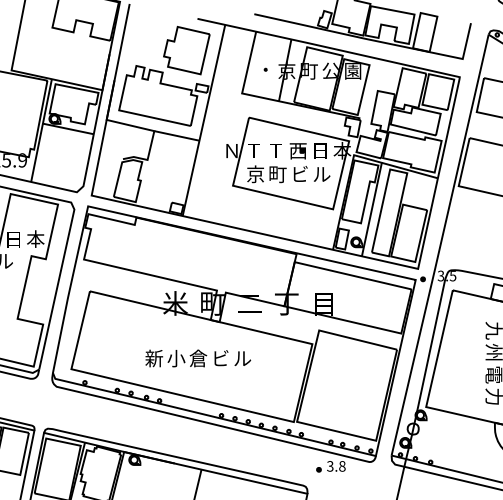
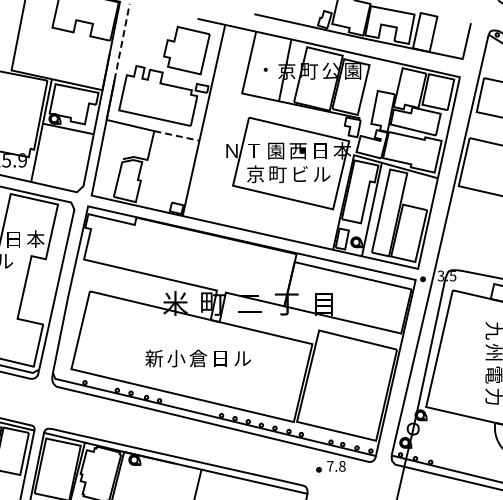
line at (122, 42): solid -> dashed
line at (177, 136): solid -> dashed
text at (276, 150): Ｔ -> 園
text at (221, 358): ビ -> 日
text at (330, 466): 3.8 -> 7.8
